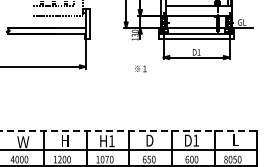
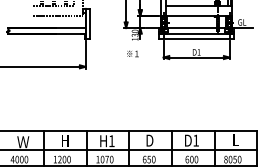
text at (140, 68) position: (140, 68) -> (132, 53)
line at (129, 130): dashed -> solid
